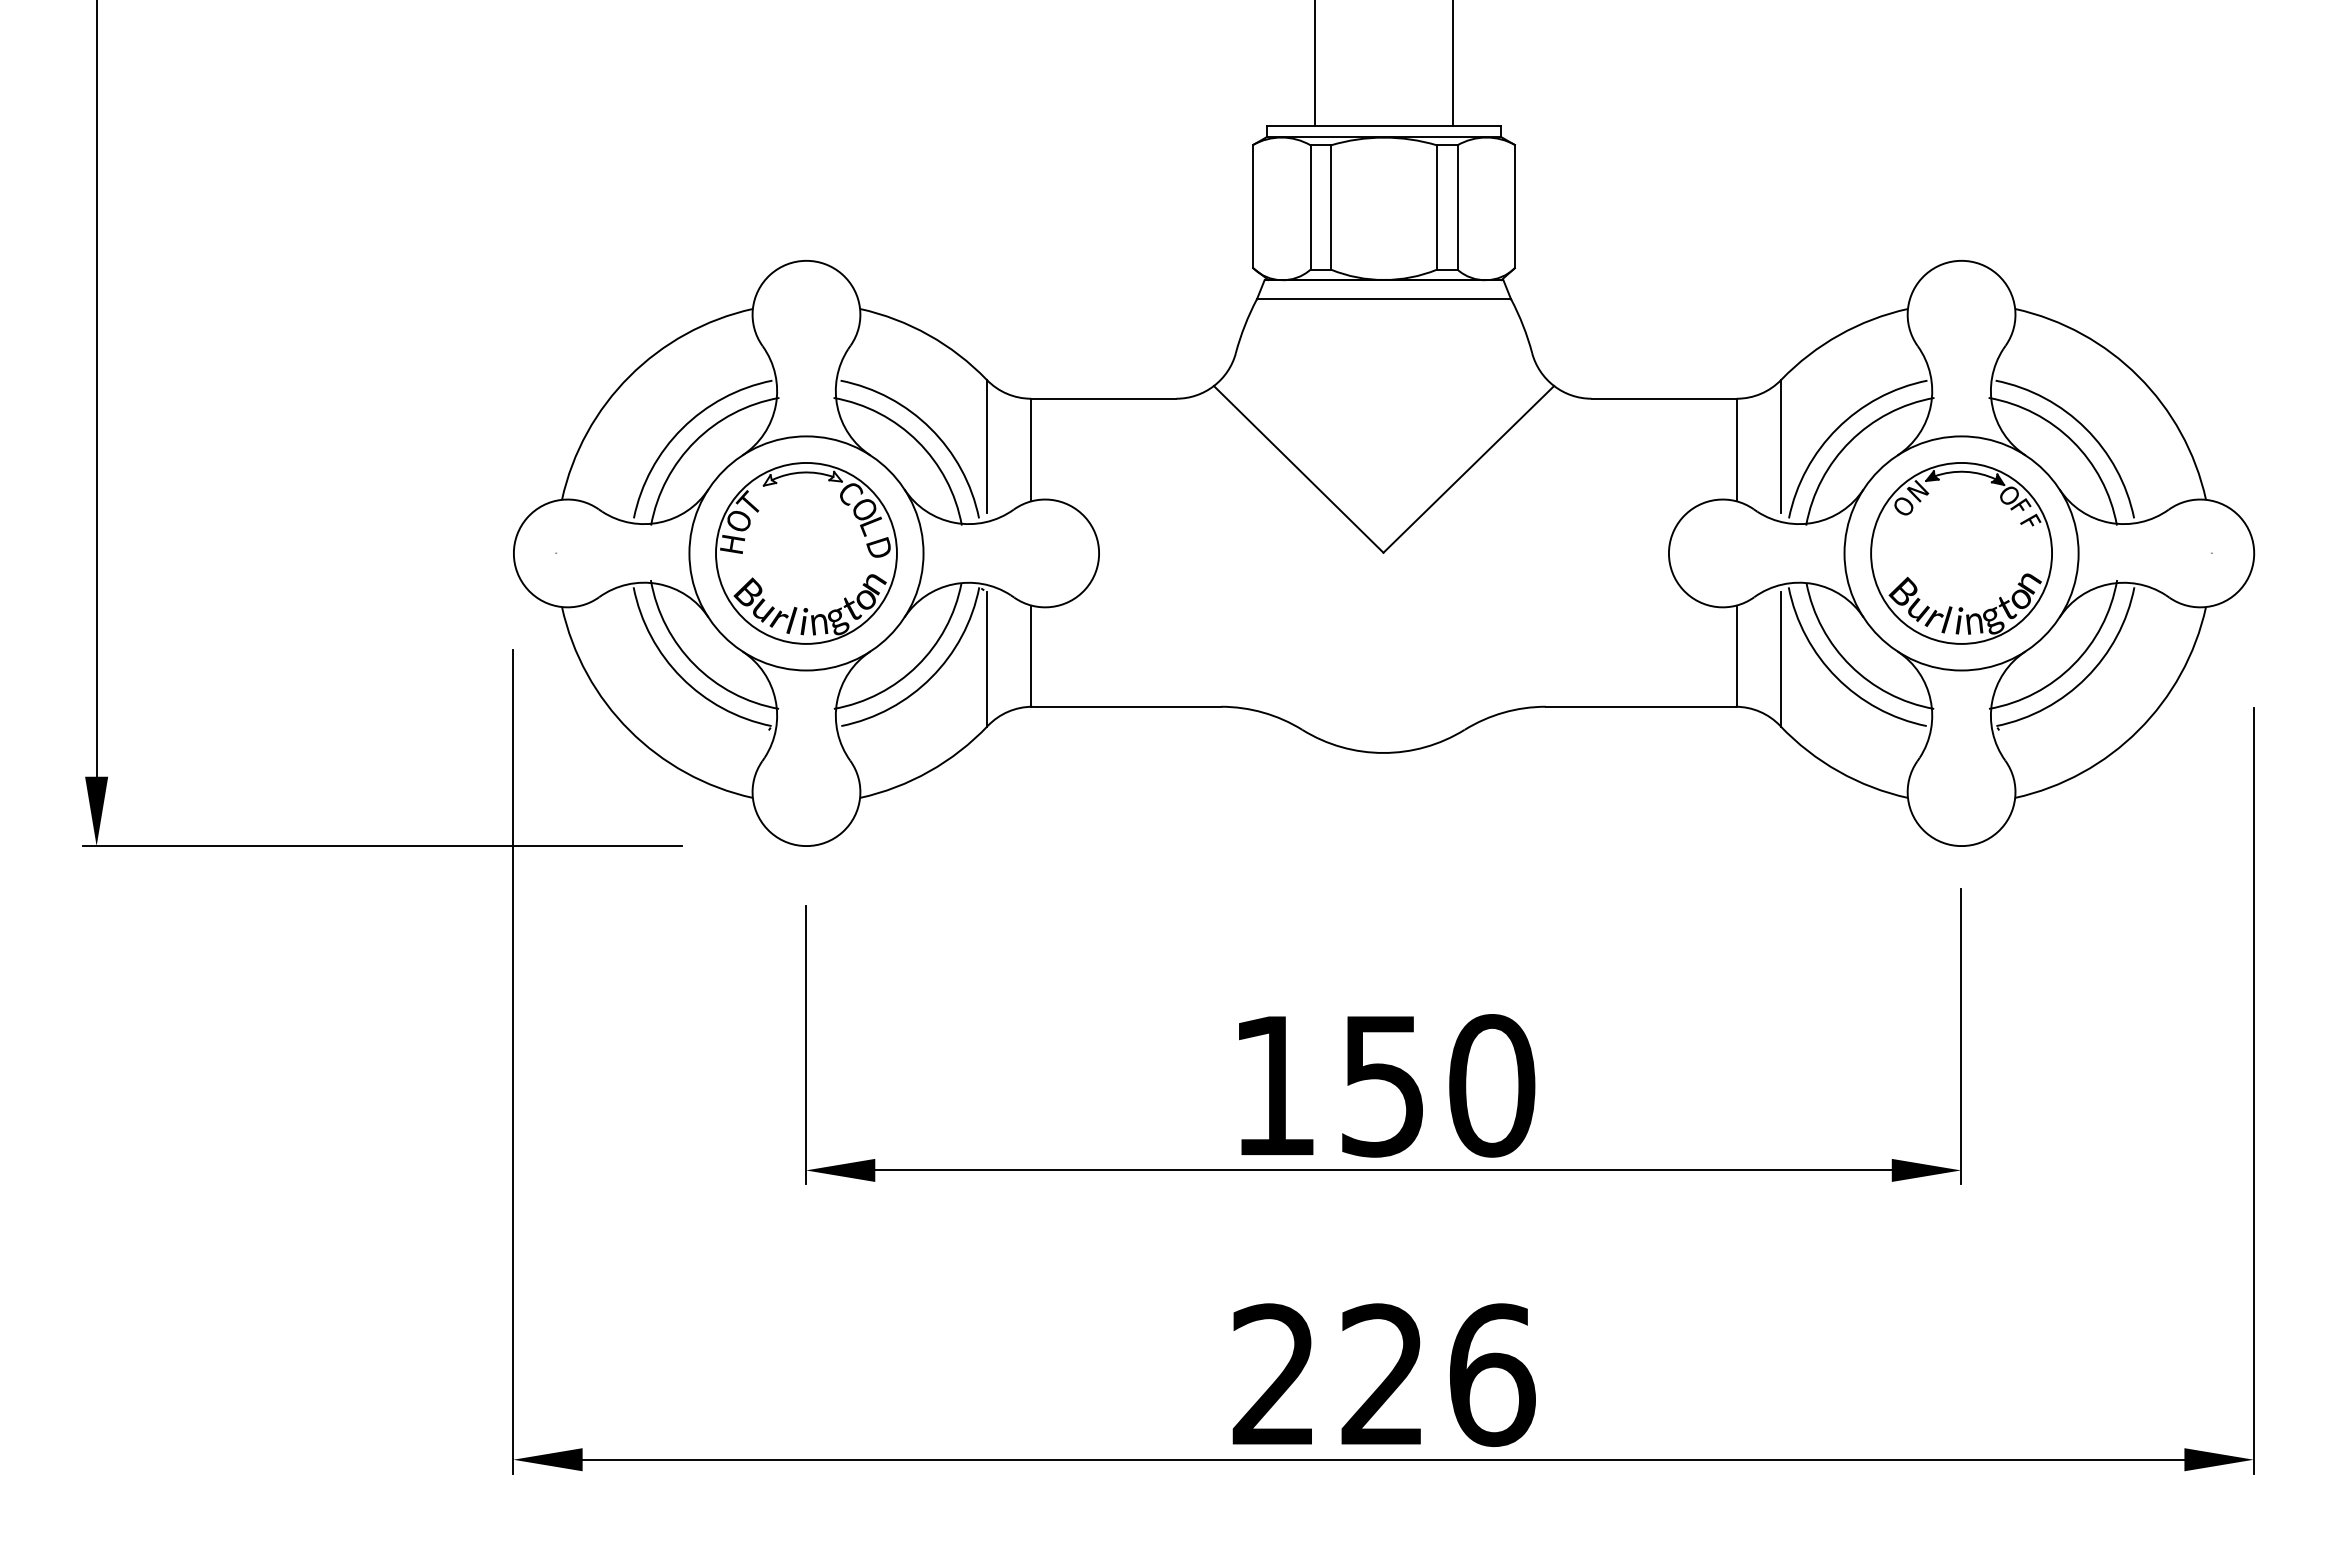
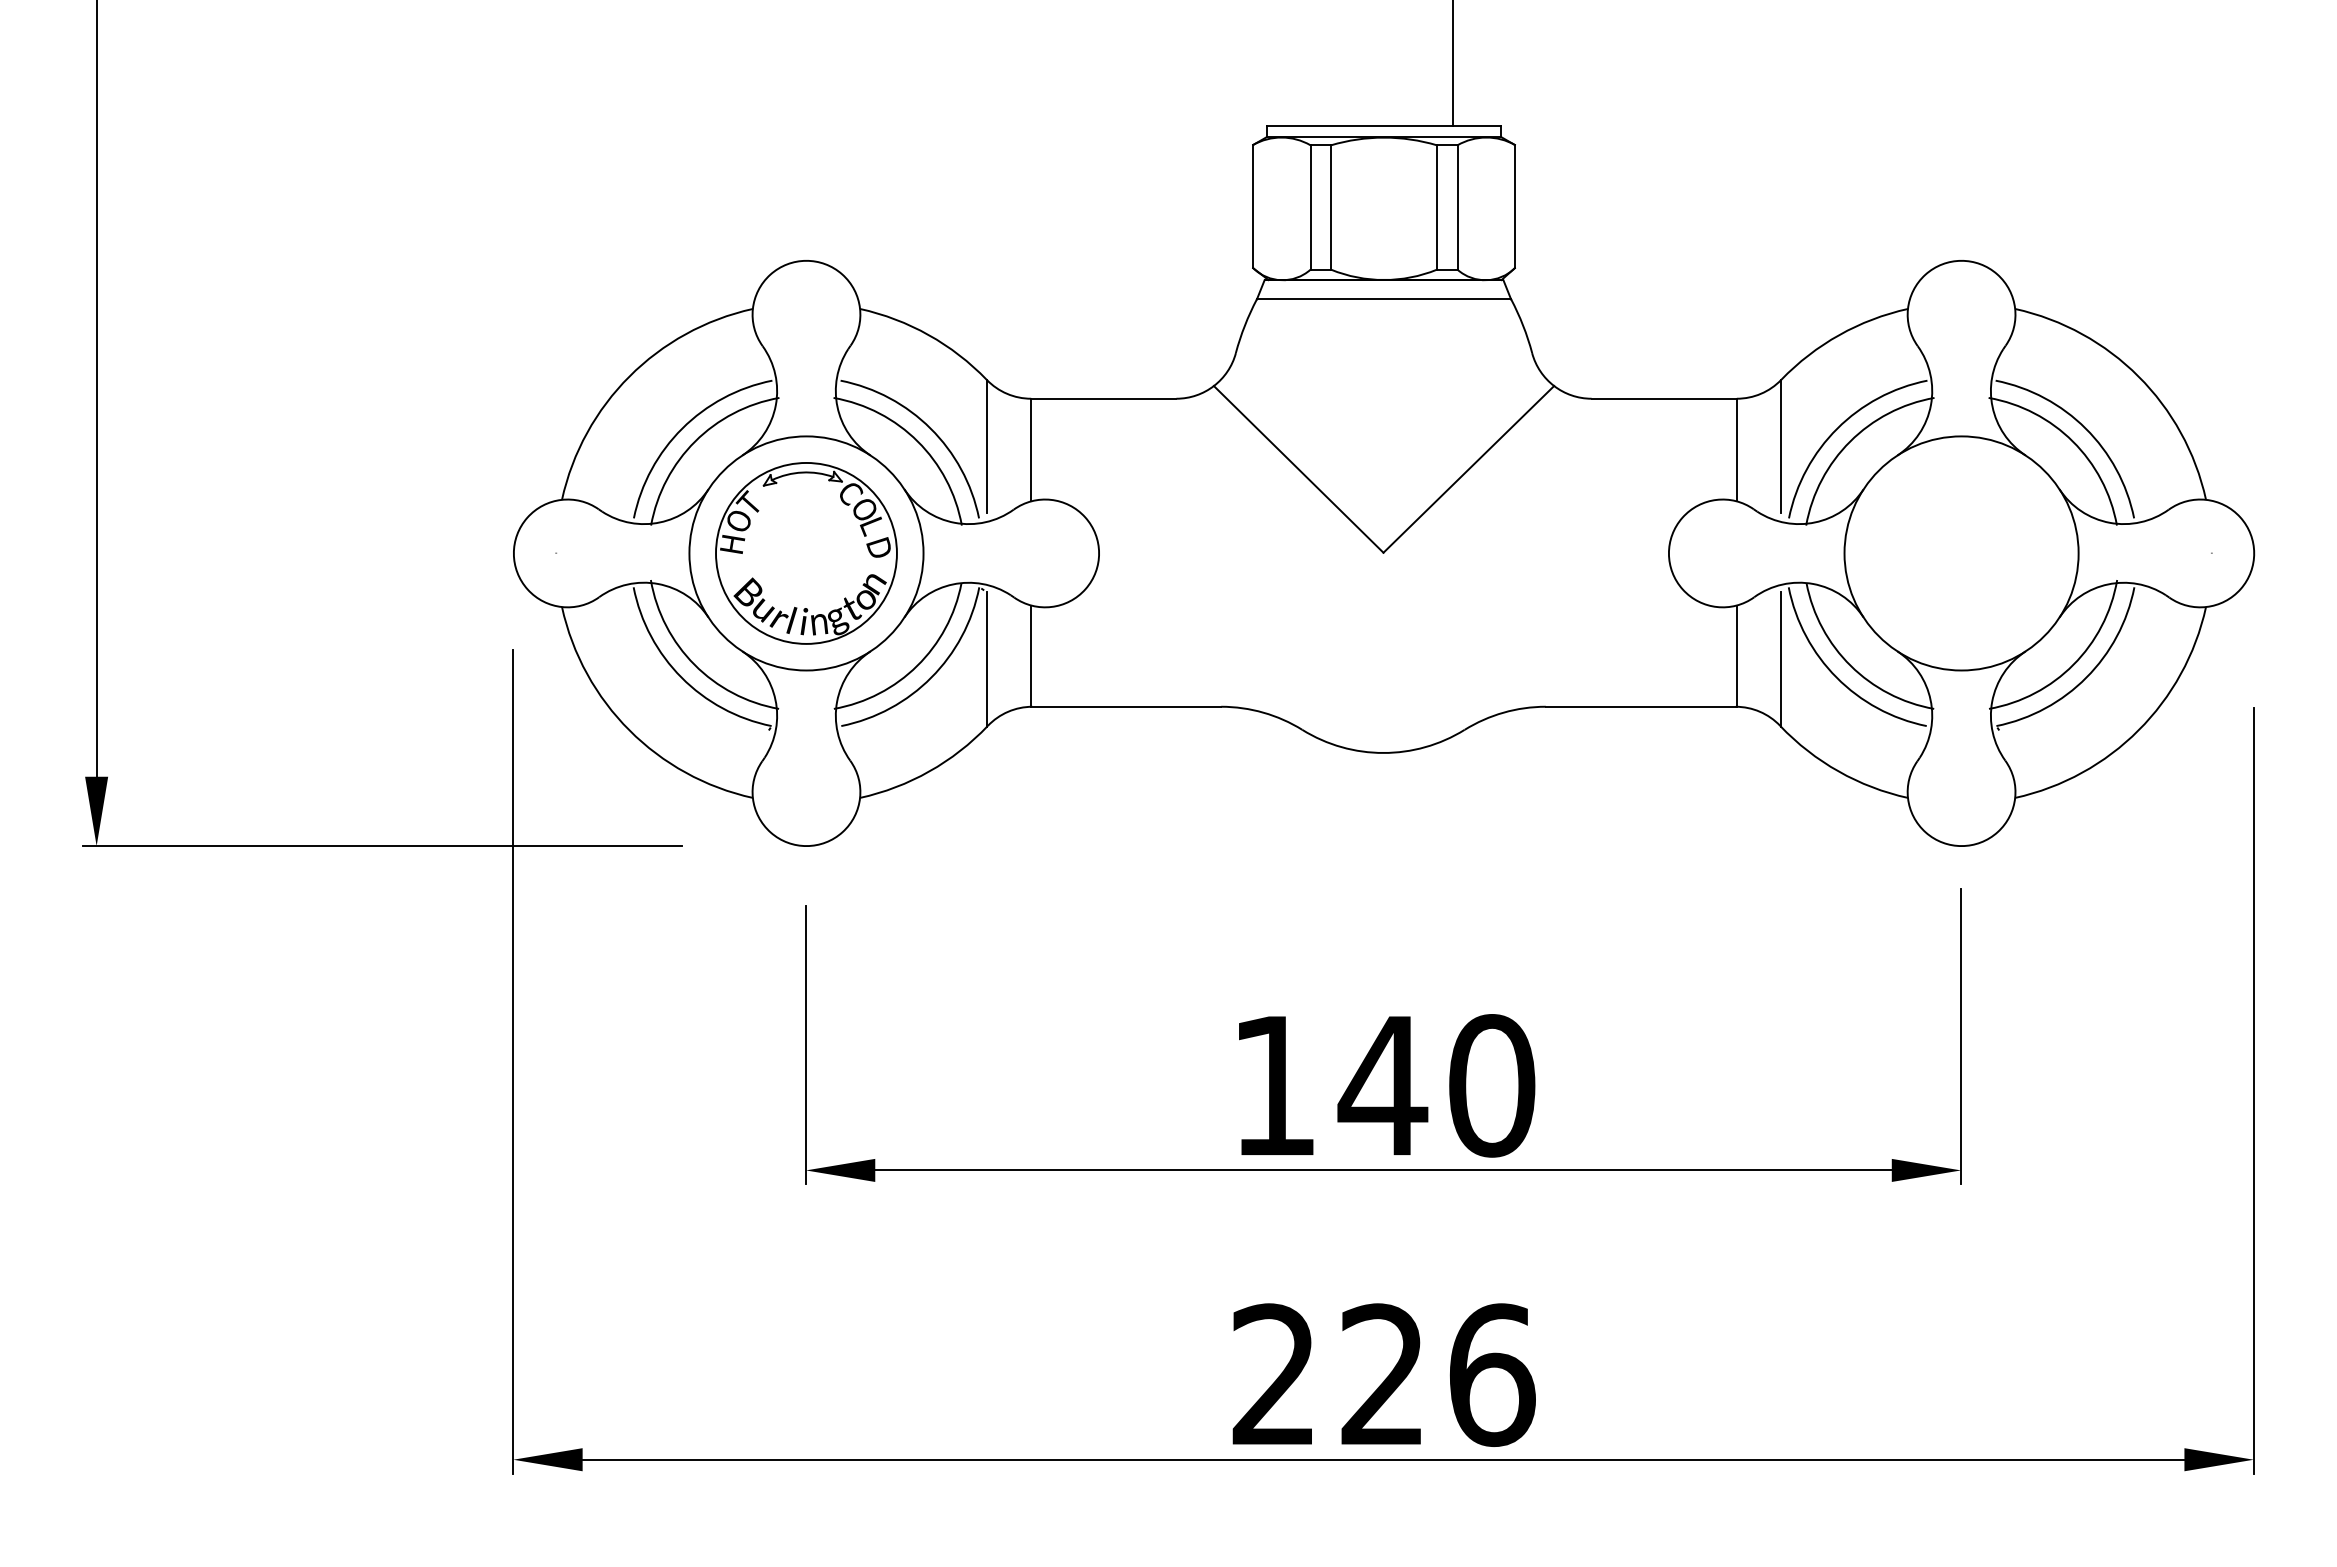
line at (1314, 63): present -> none
part at (1961, 553): present -> none
text at (1382, 1086): 150 -> 140
